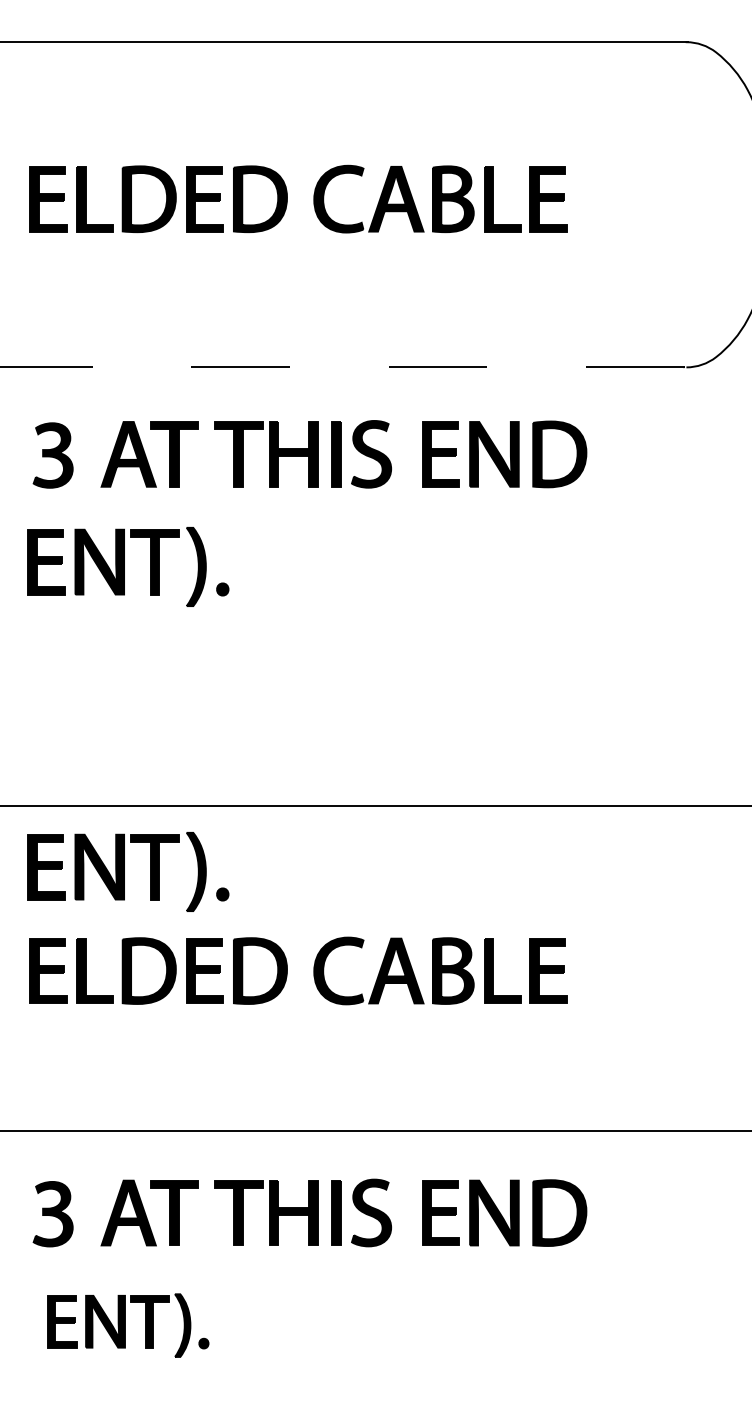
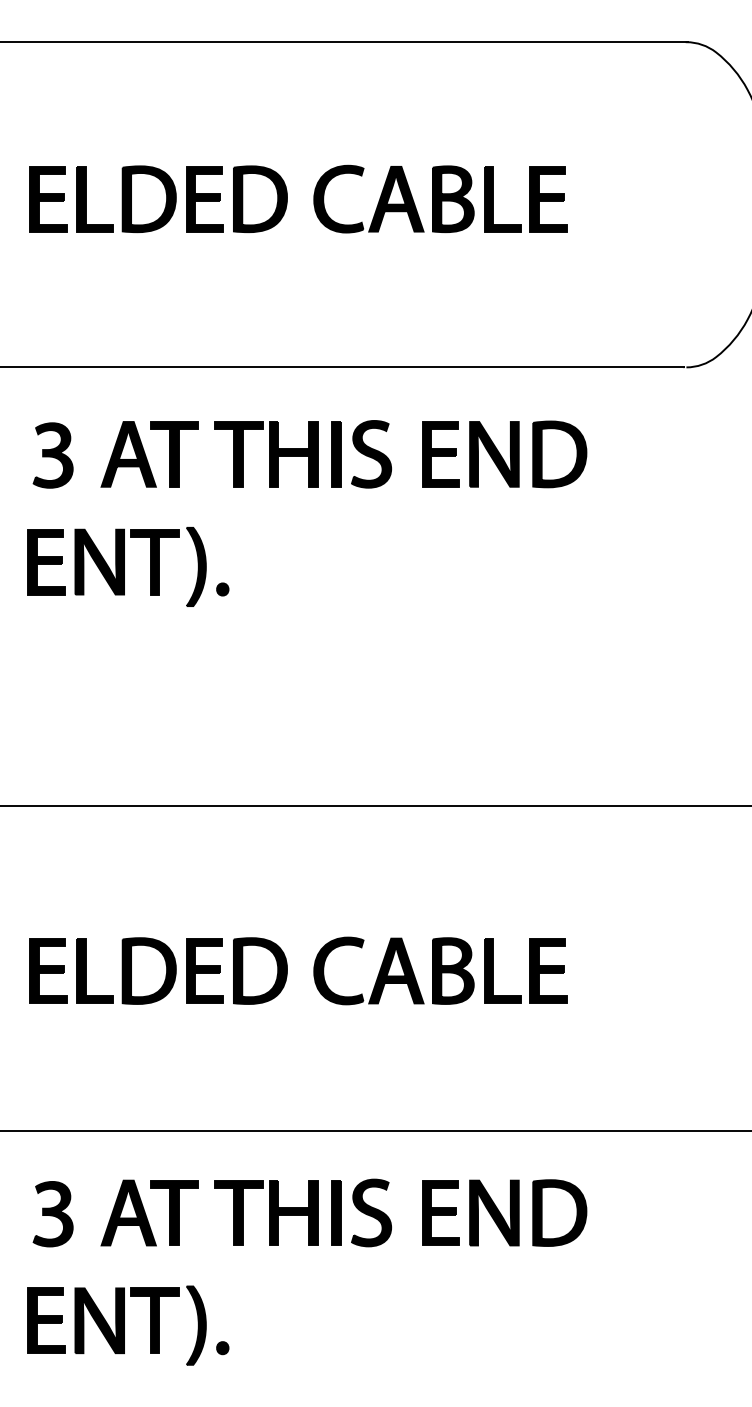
line at (342, 367): dashed -> solid
part at (128, 871): present -> none
part at (128, 1325) size: 163x65 px -> 203x81 px
